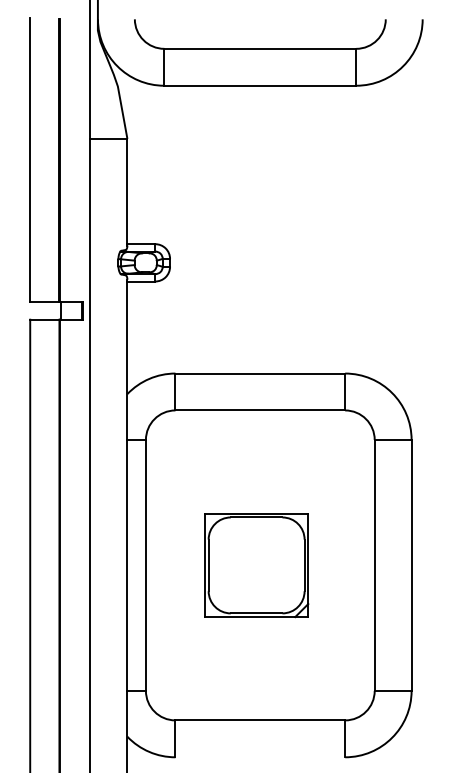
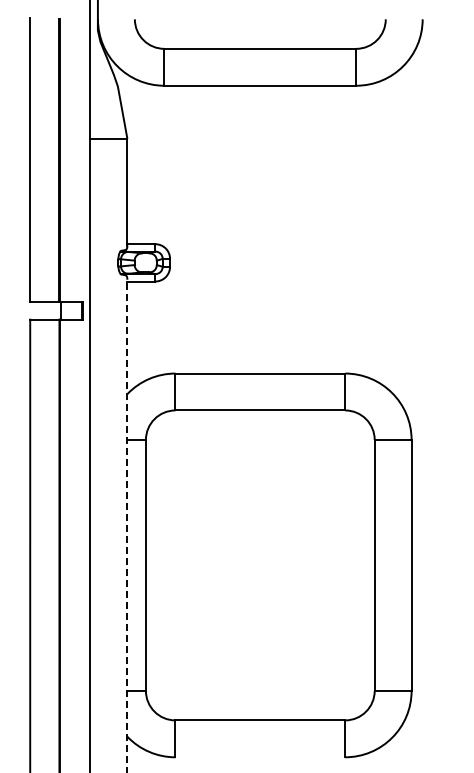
line at (127, 525): solid -> dashed
part at (256, 565): present -> none
